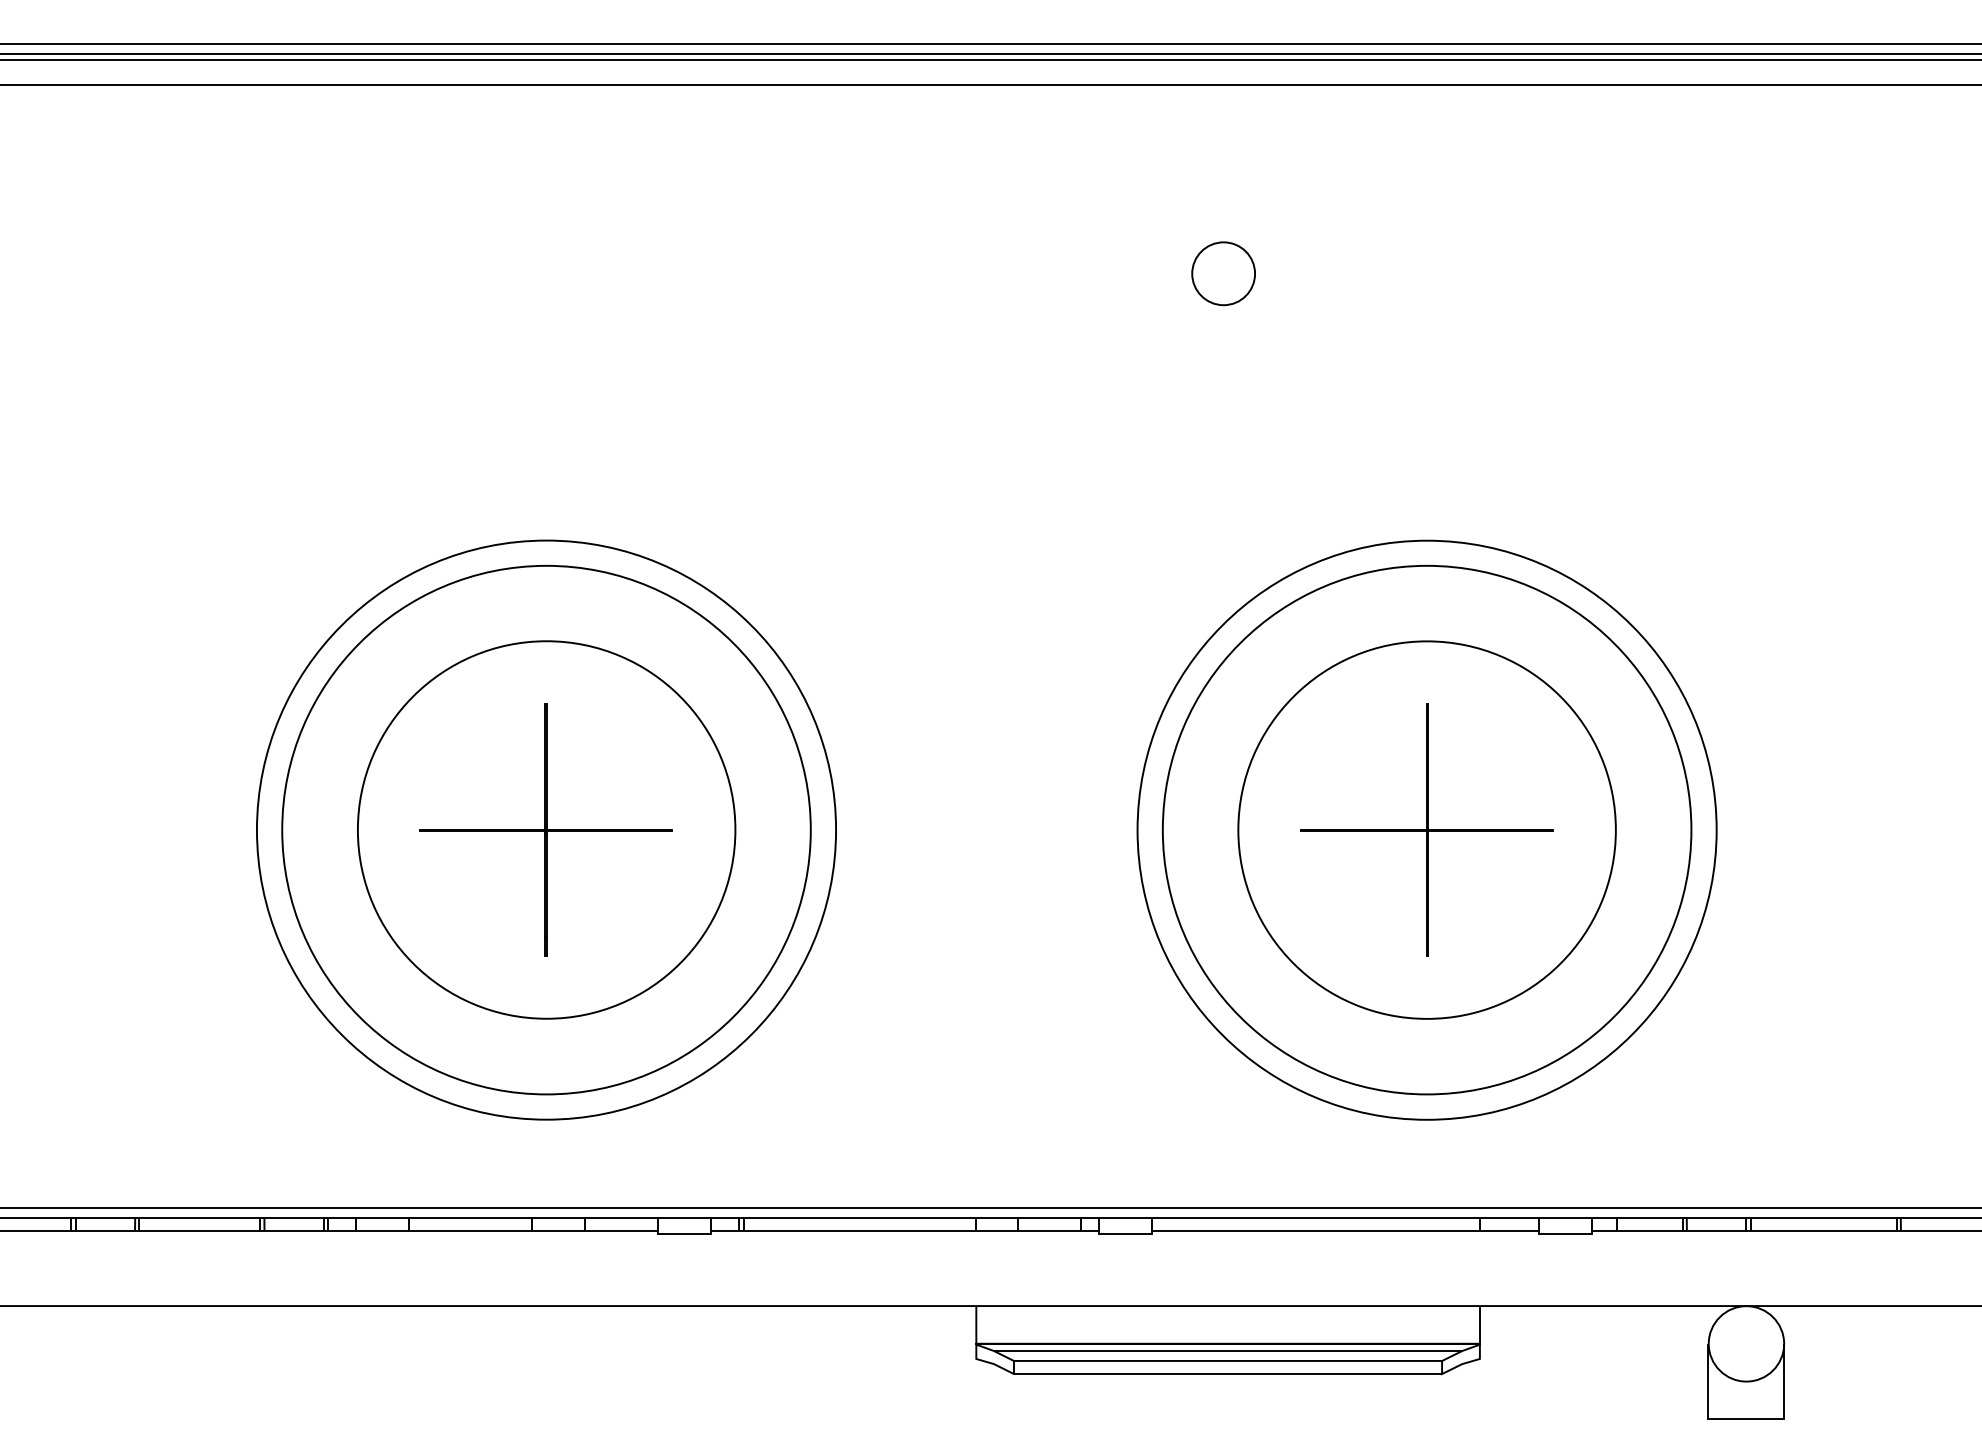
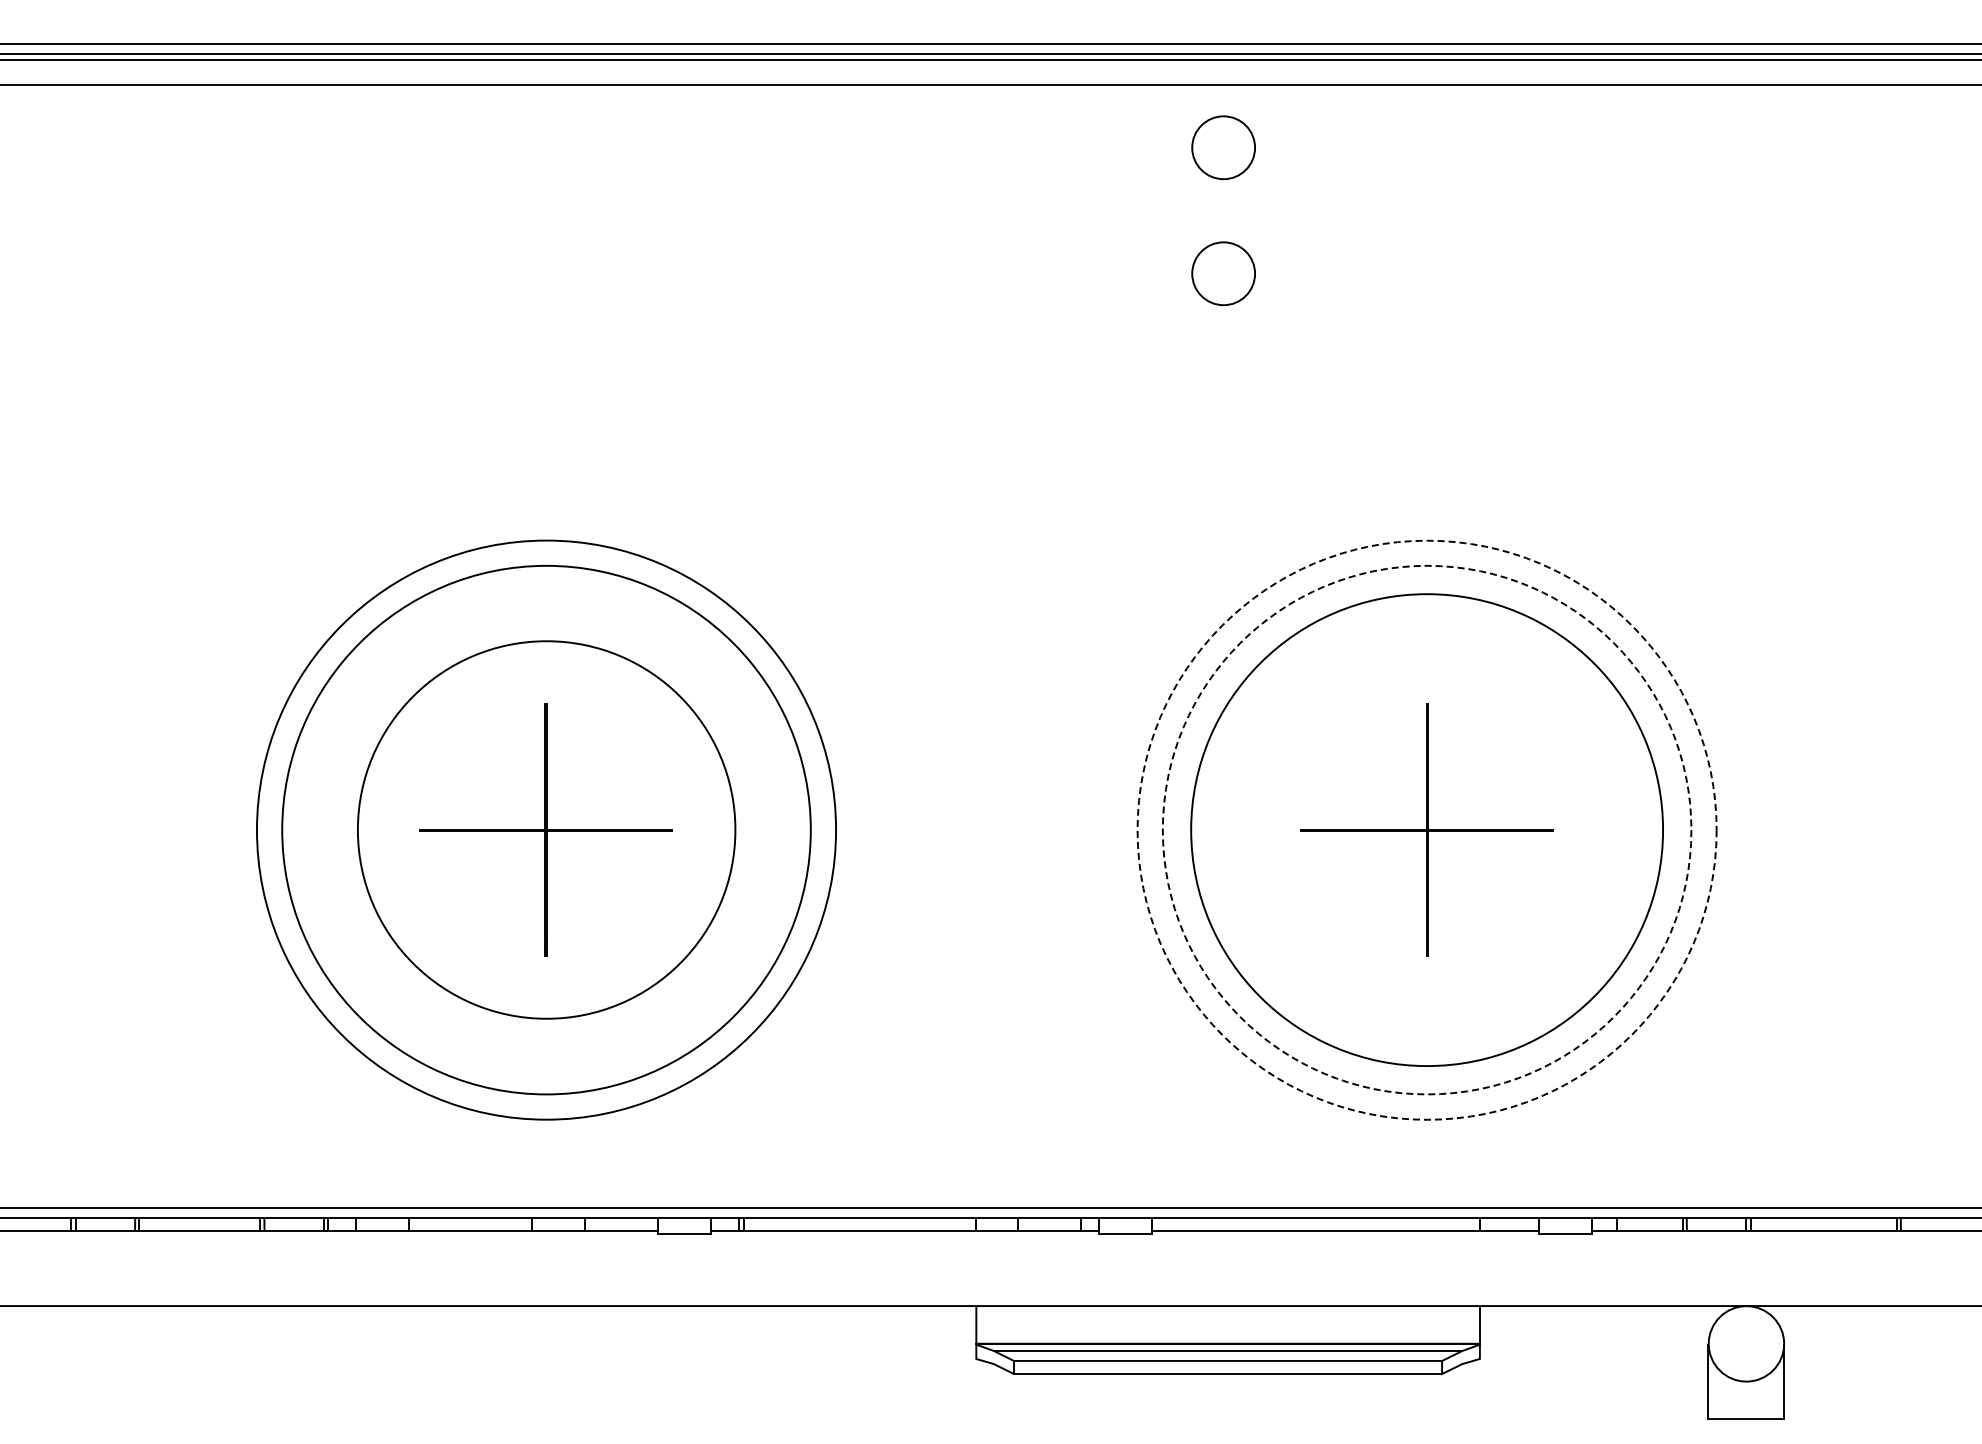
circle at (1223, 147): none -> present
circle at (1426, 829) diameter: 378 px -> 472 px
circle at (1426, 829): solid -> dashed
circle at (1426, 829): solid -> dashed
